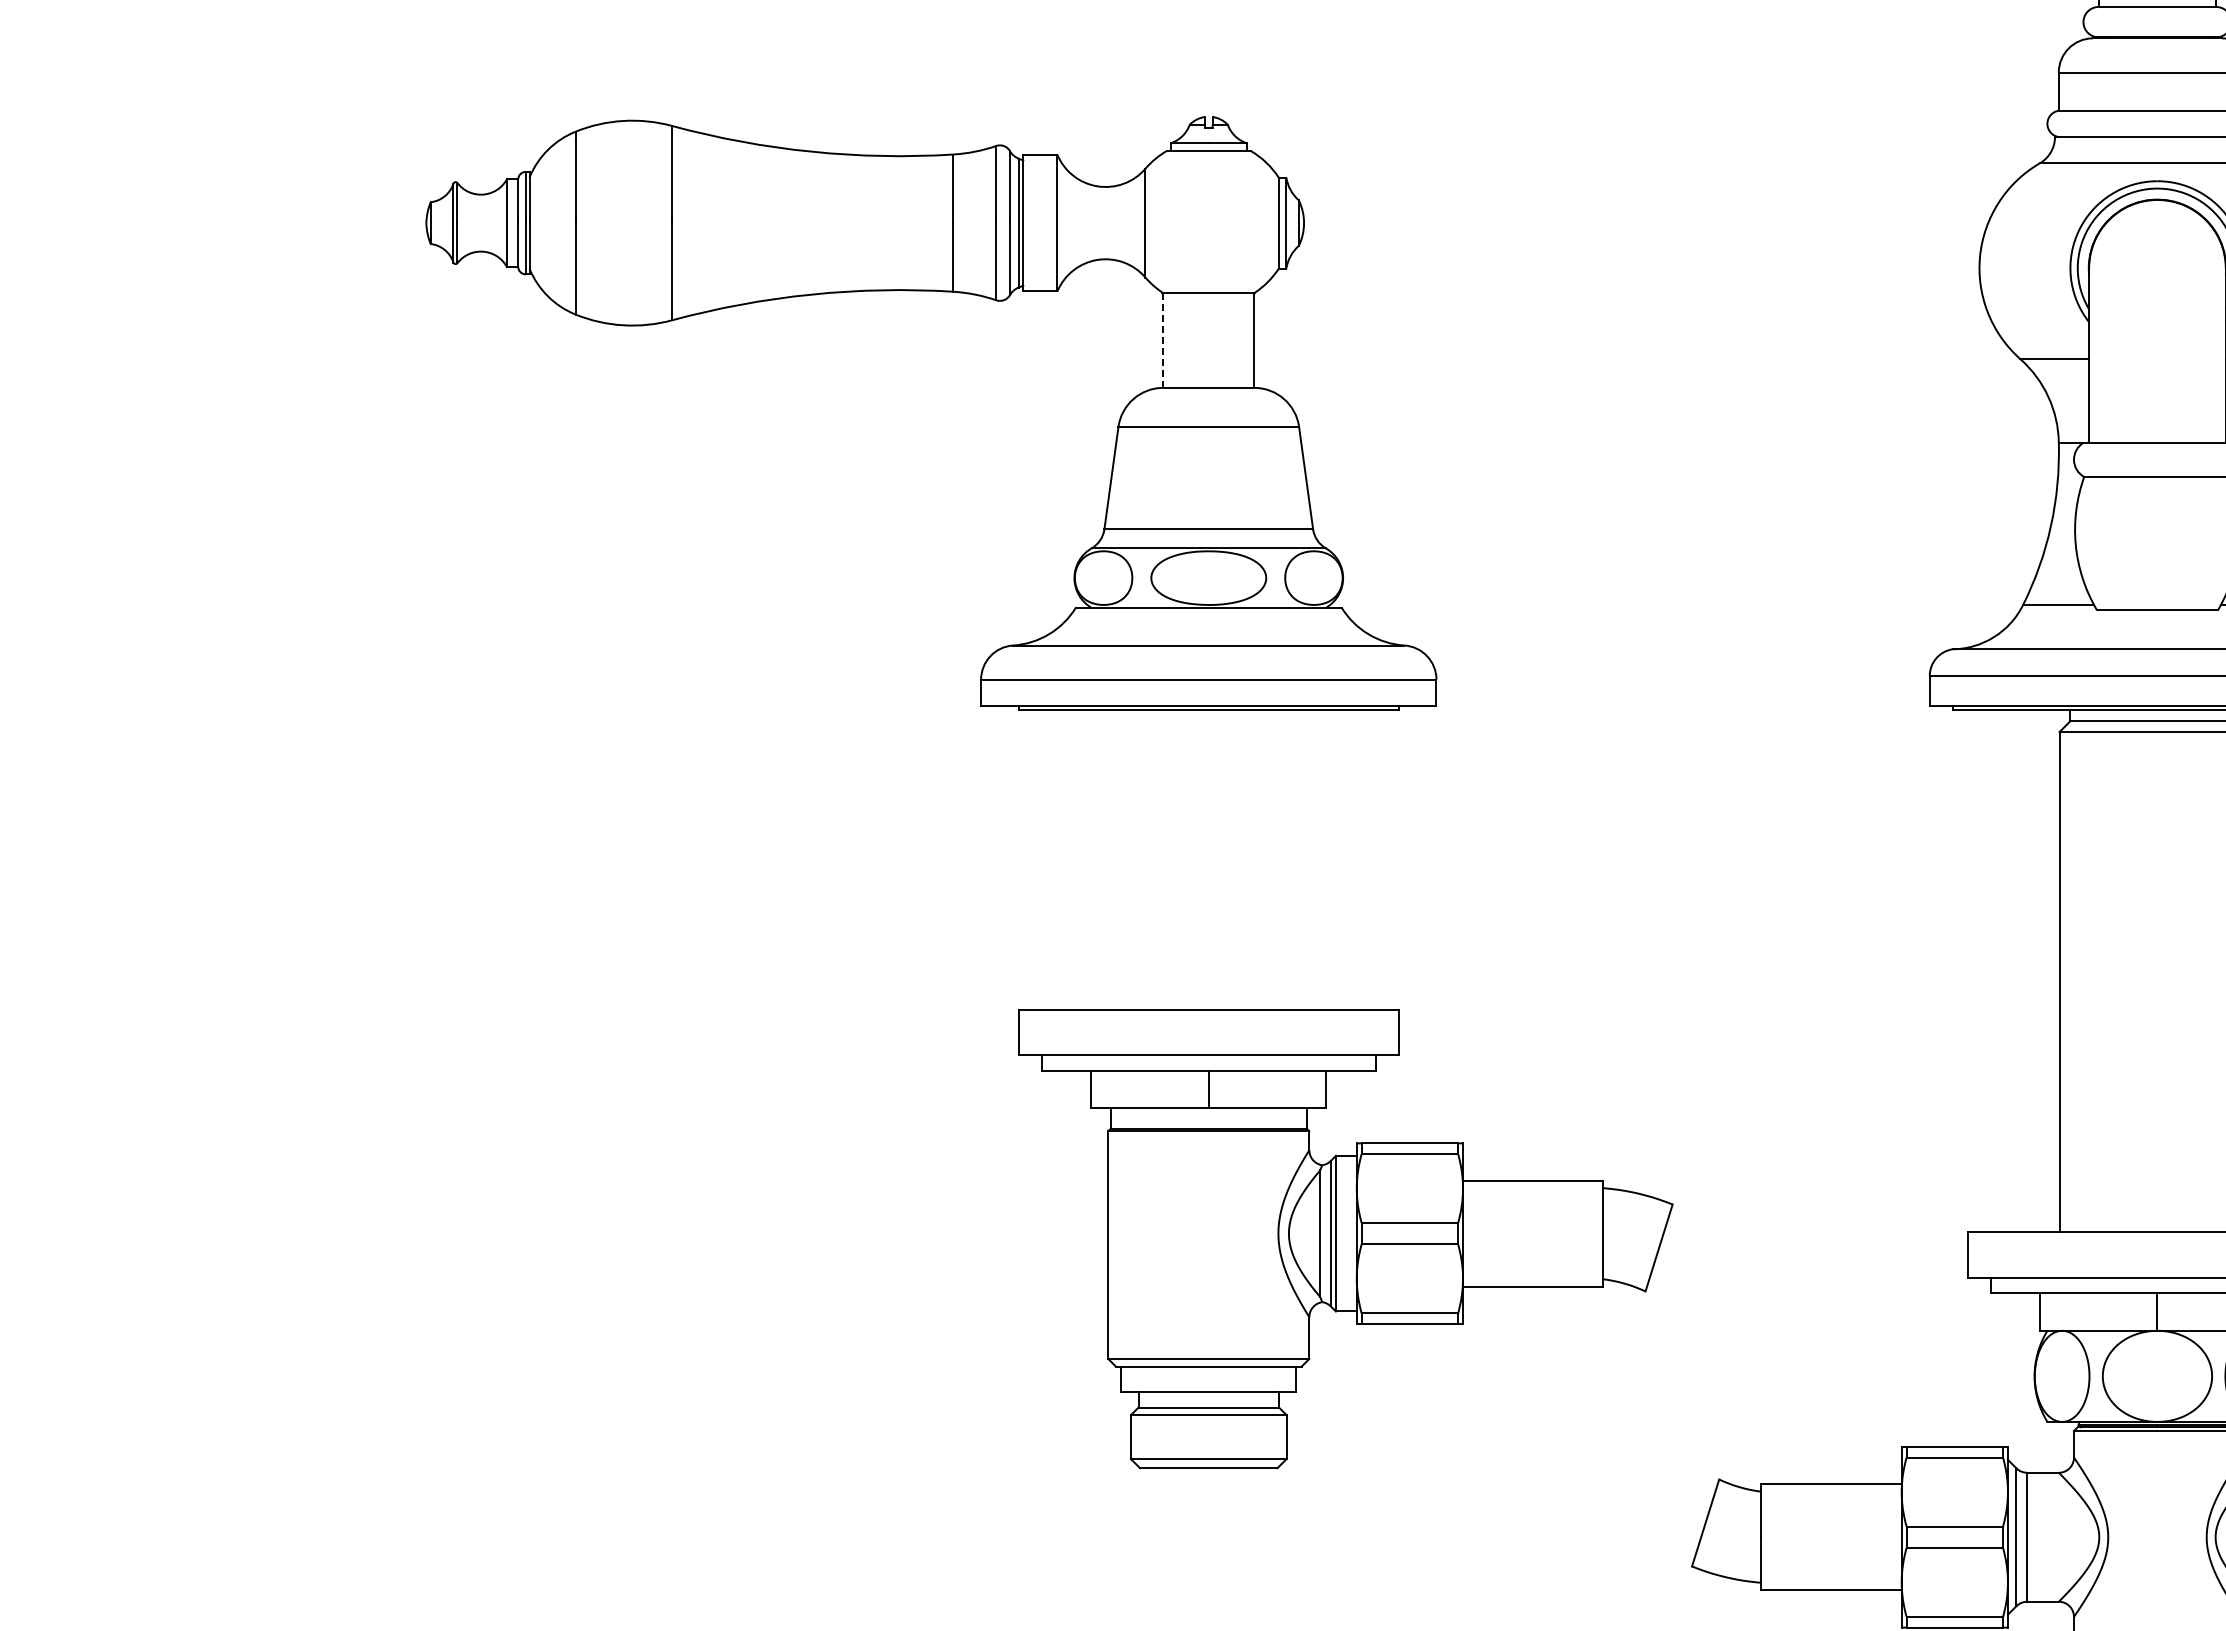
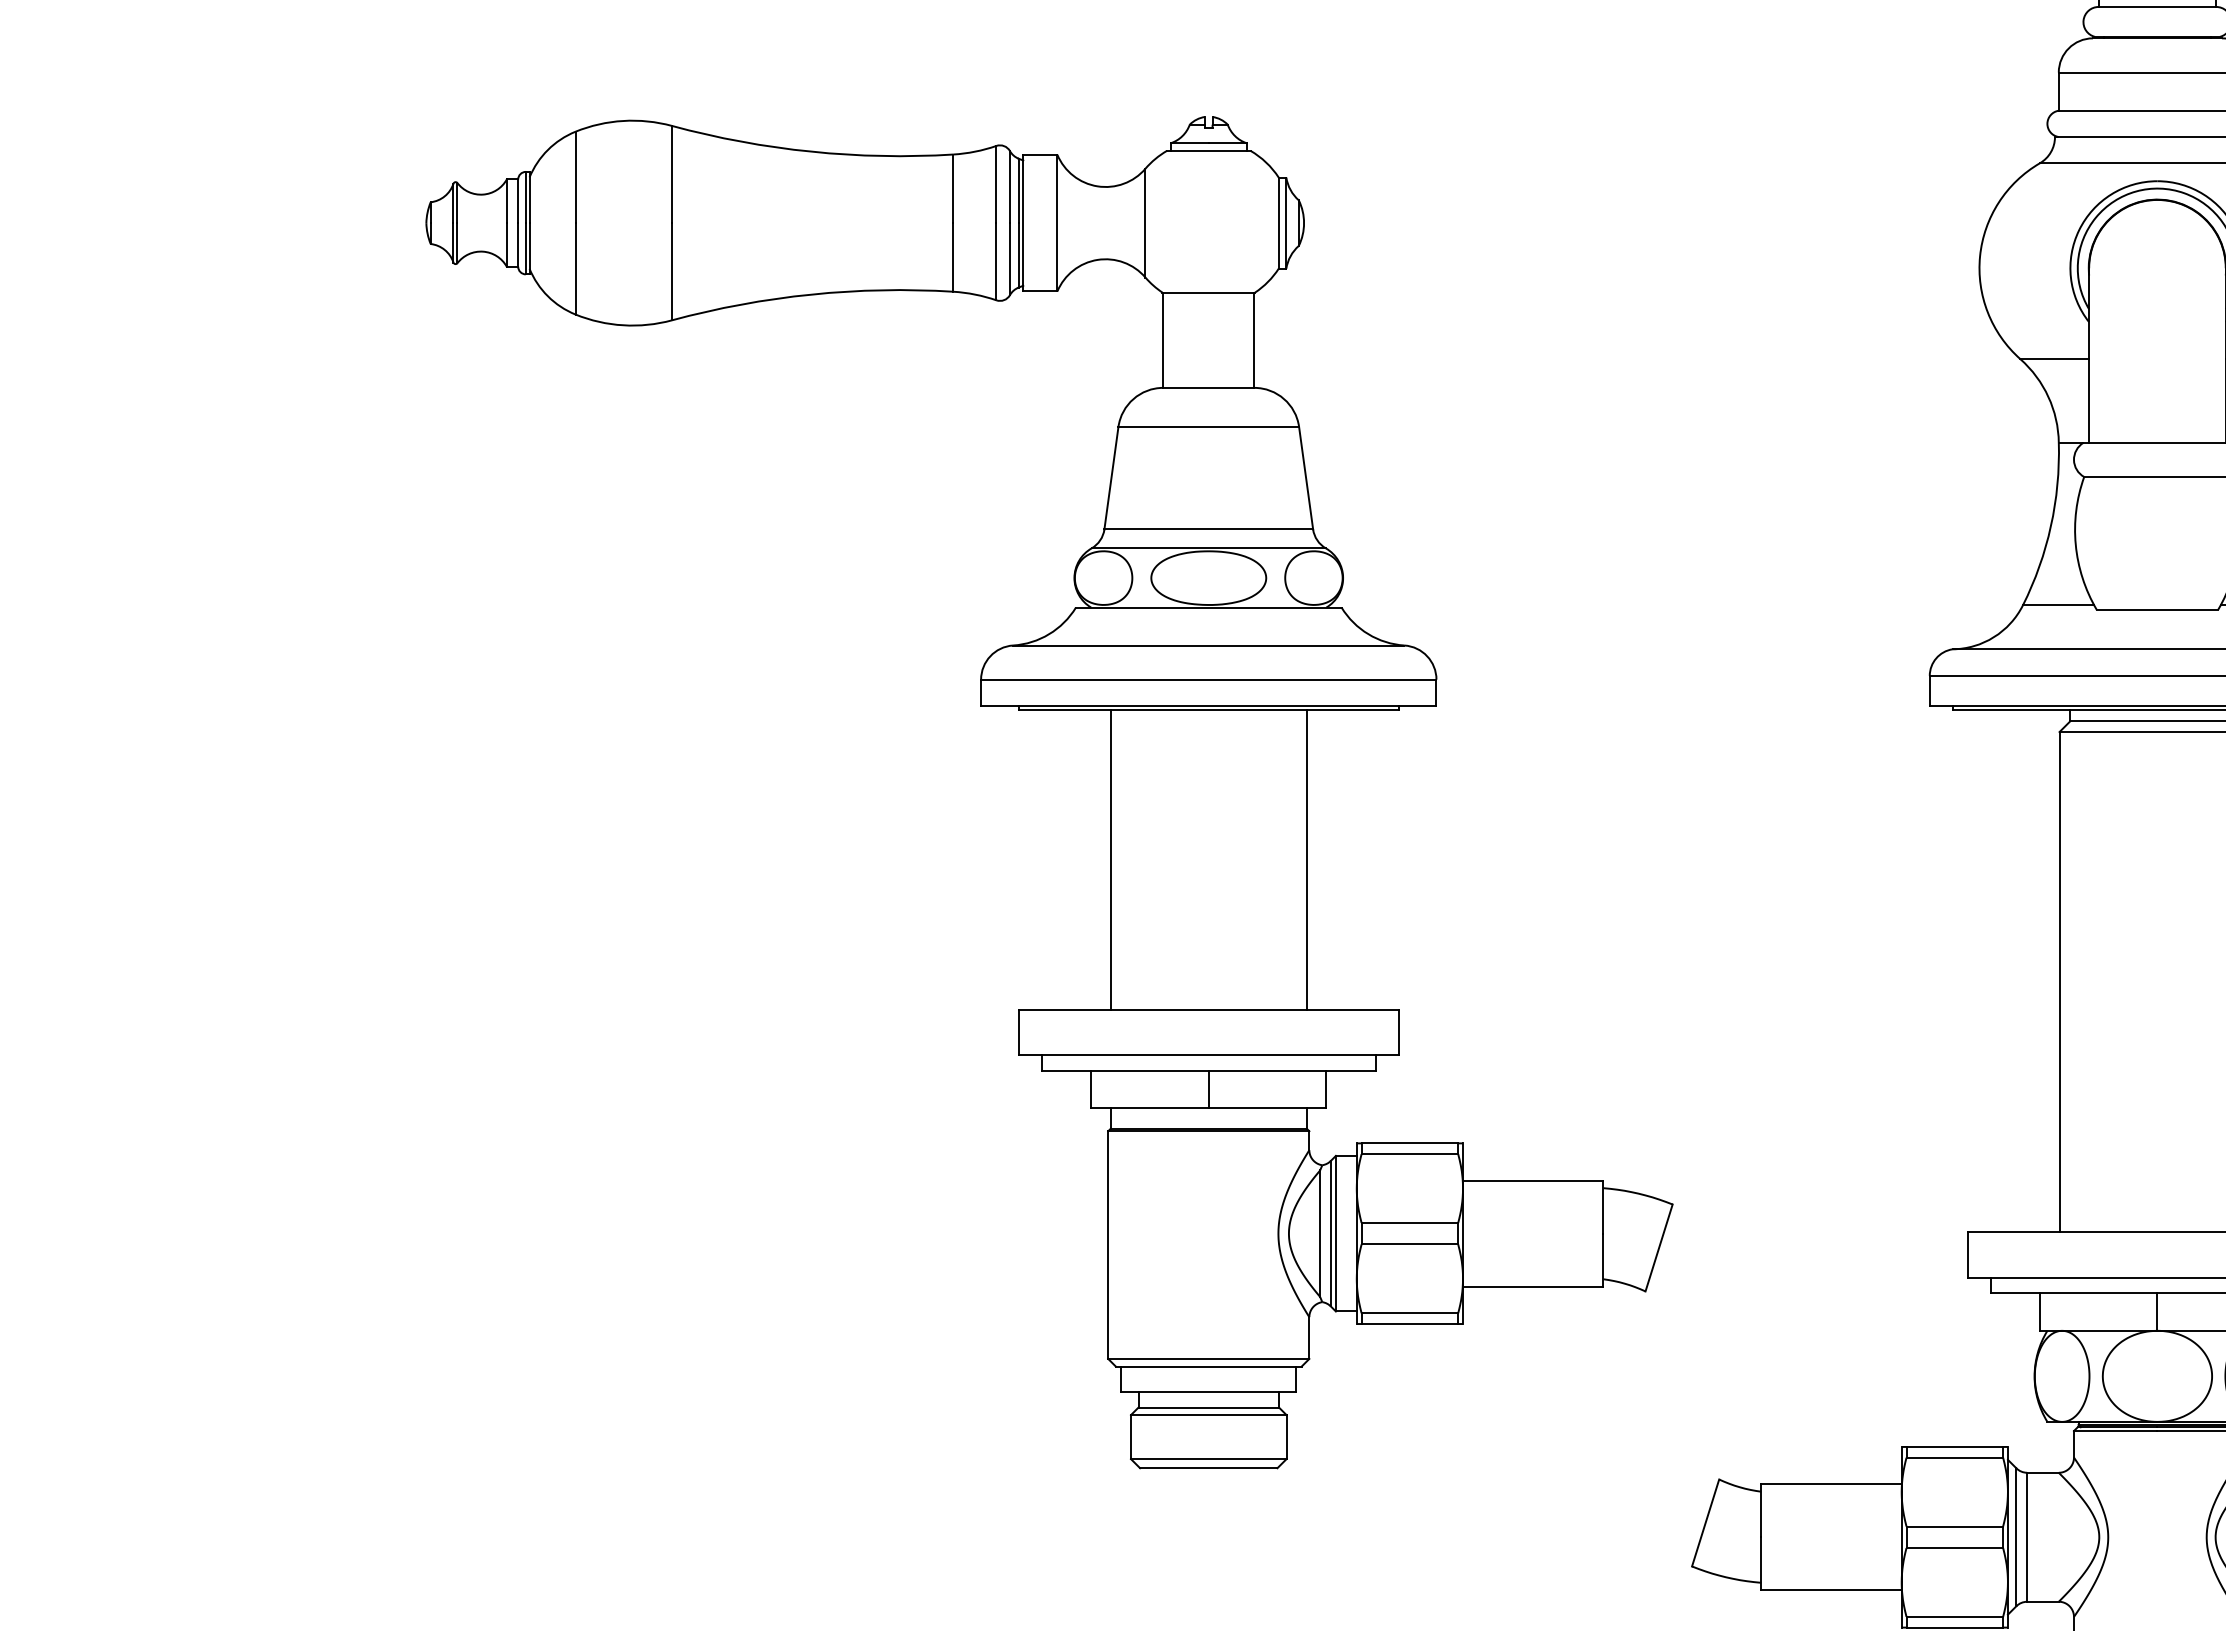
line at (1163, 340): dashed -> solid
line at (1110, 859): none -> present
line at (1306, 859): none -> present
